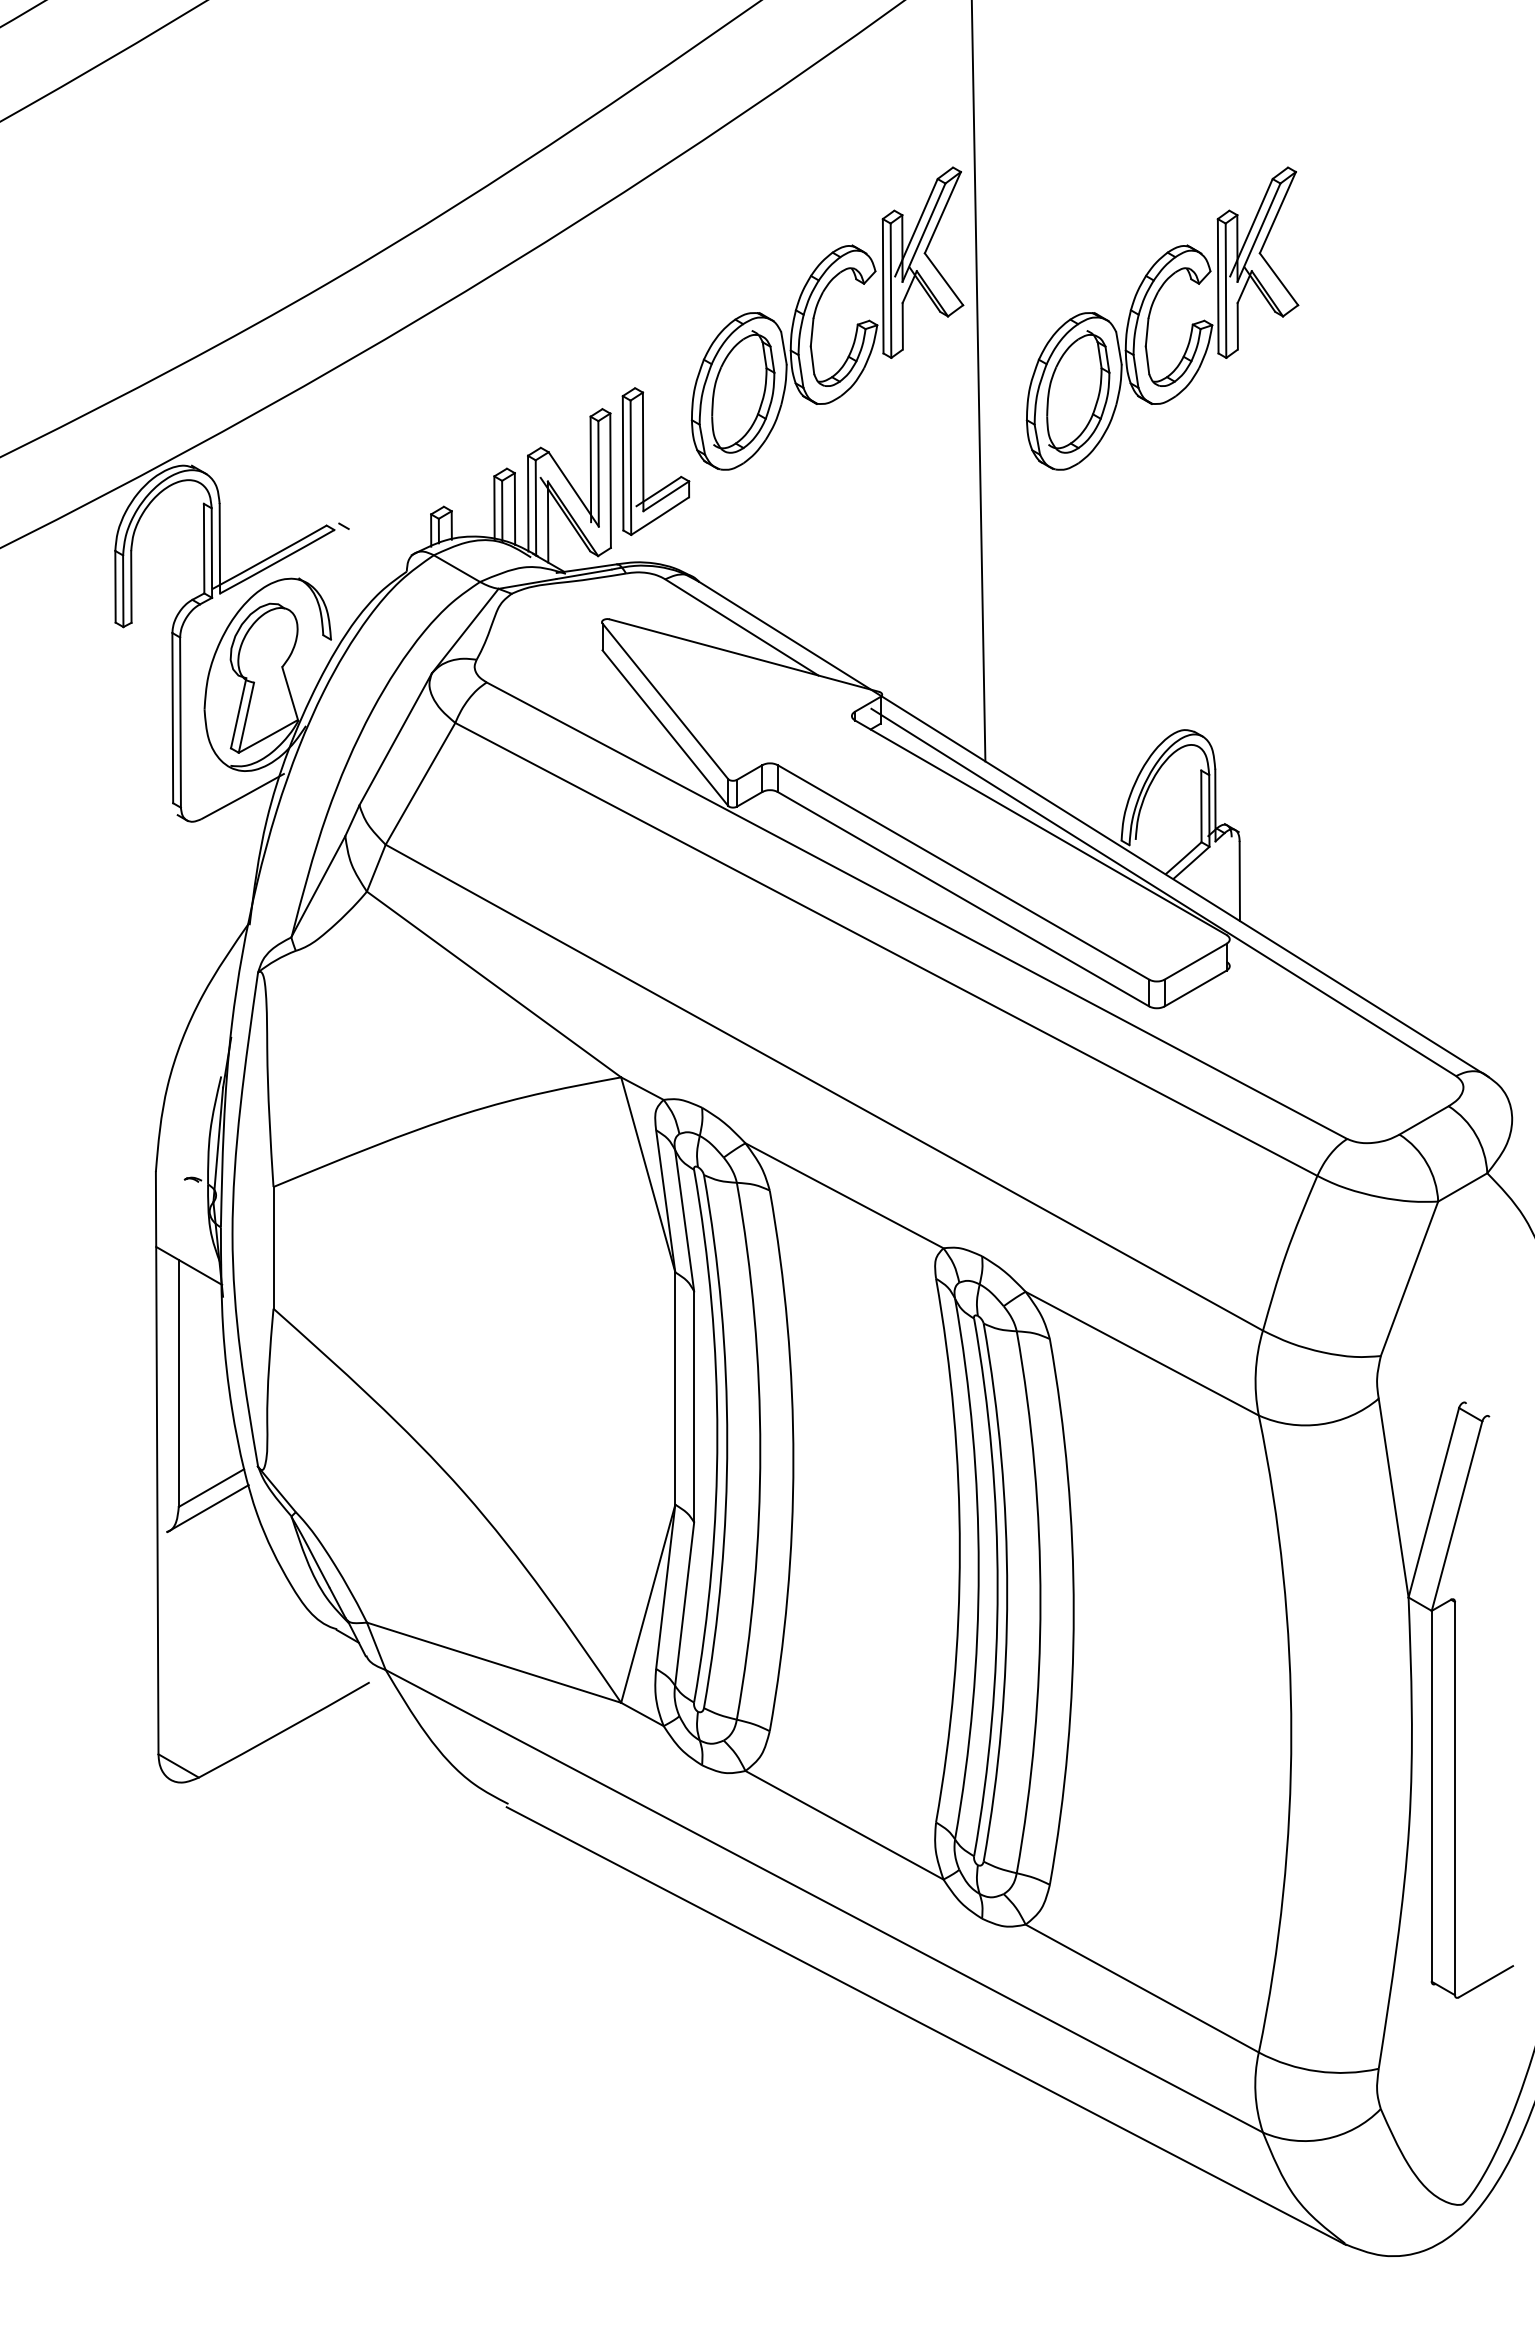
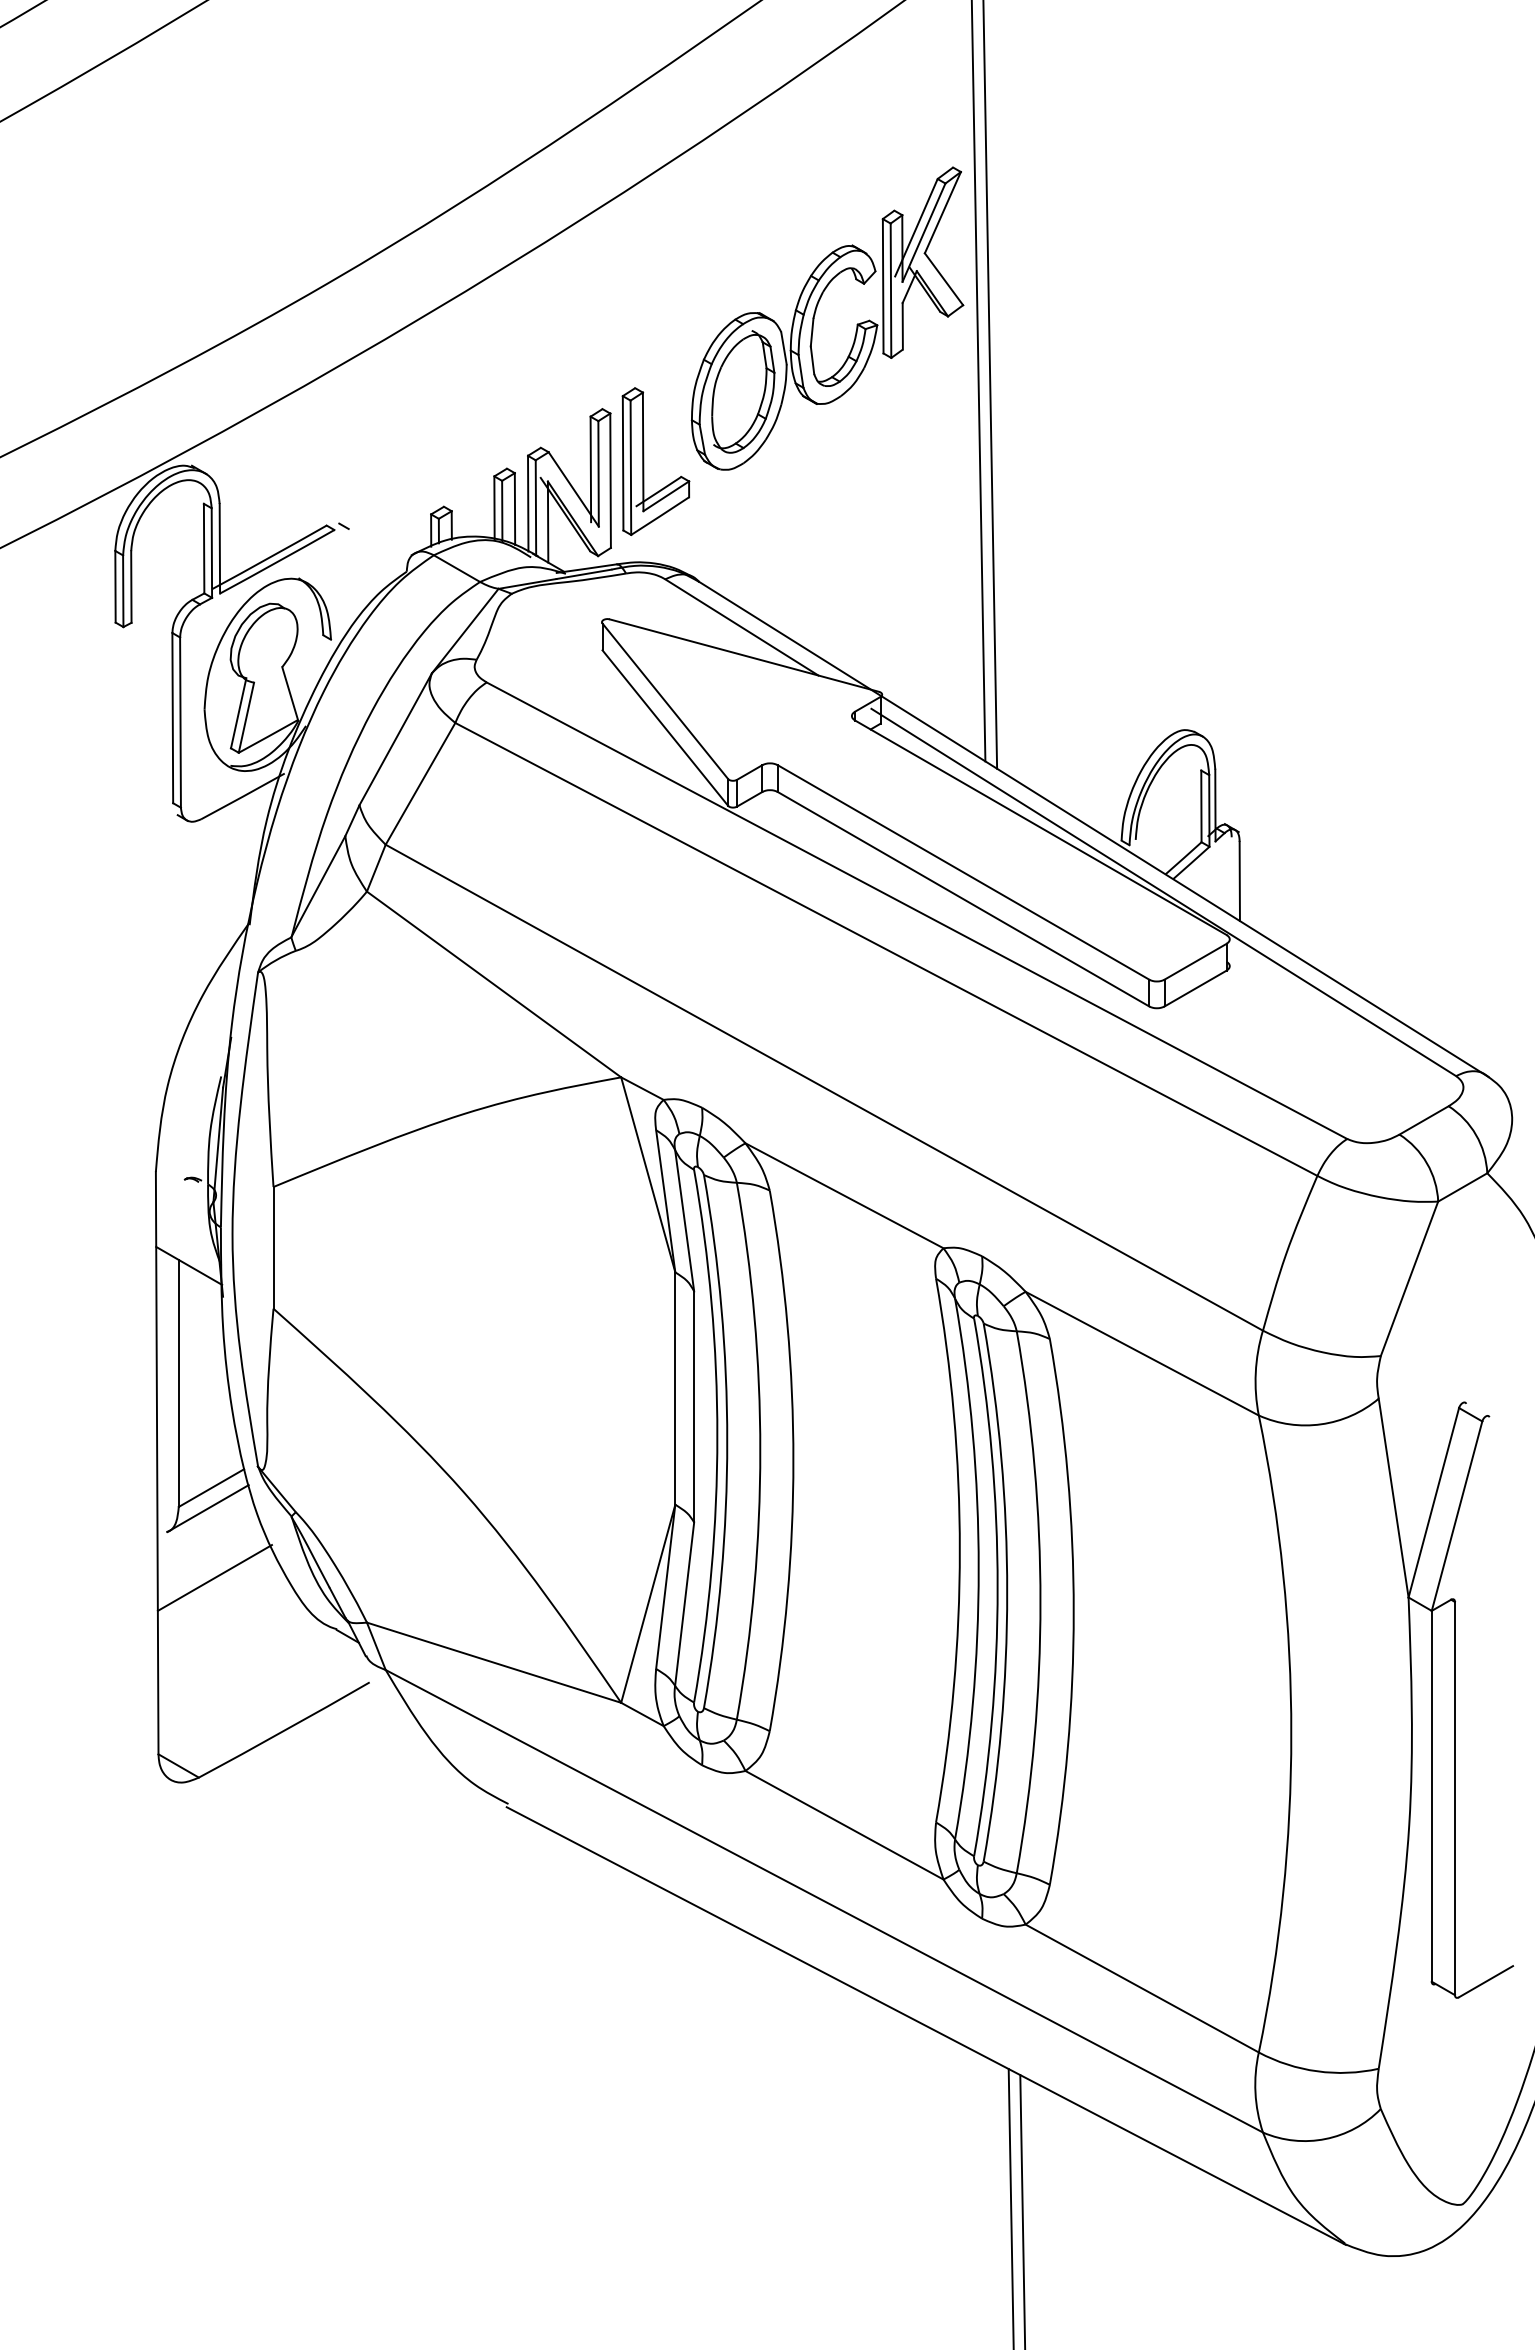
part at (1150, 315): present -> none
line at (990, 385): none -> present
line at (214, 1577): none -> present
line at (1010, 2207): none -> present
line at (1022, 2210): none -> present
